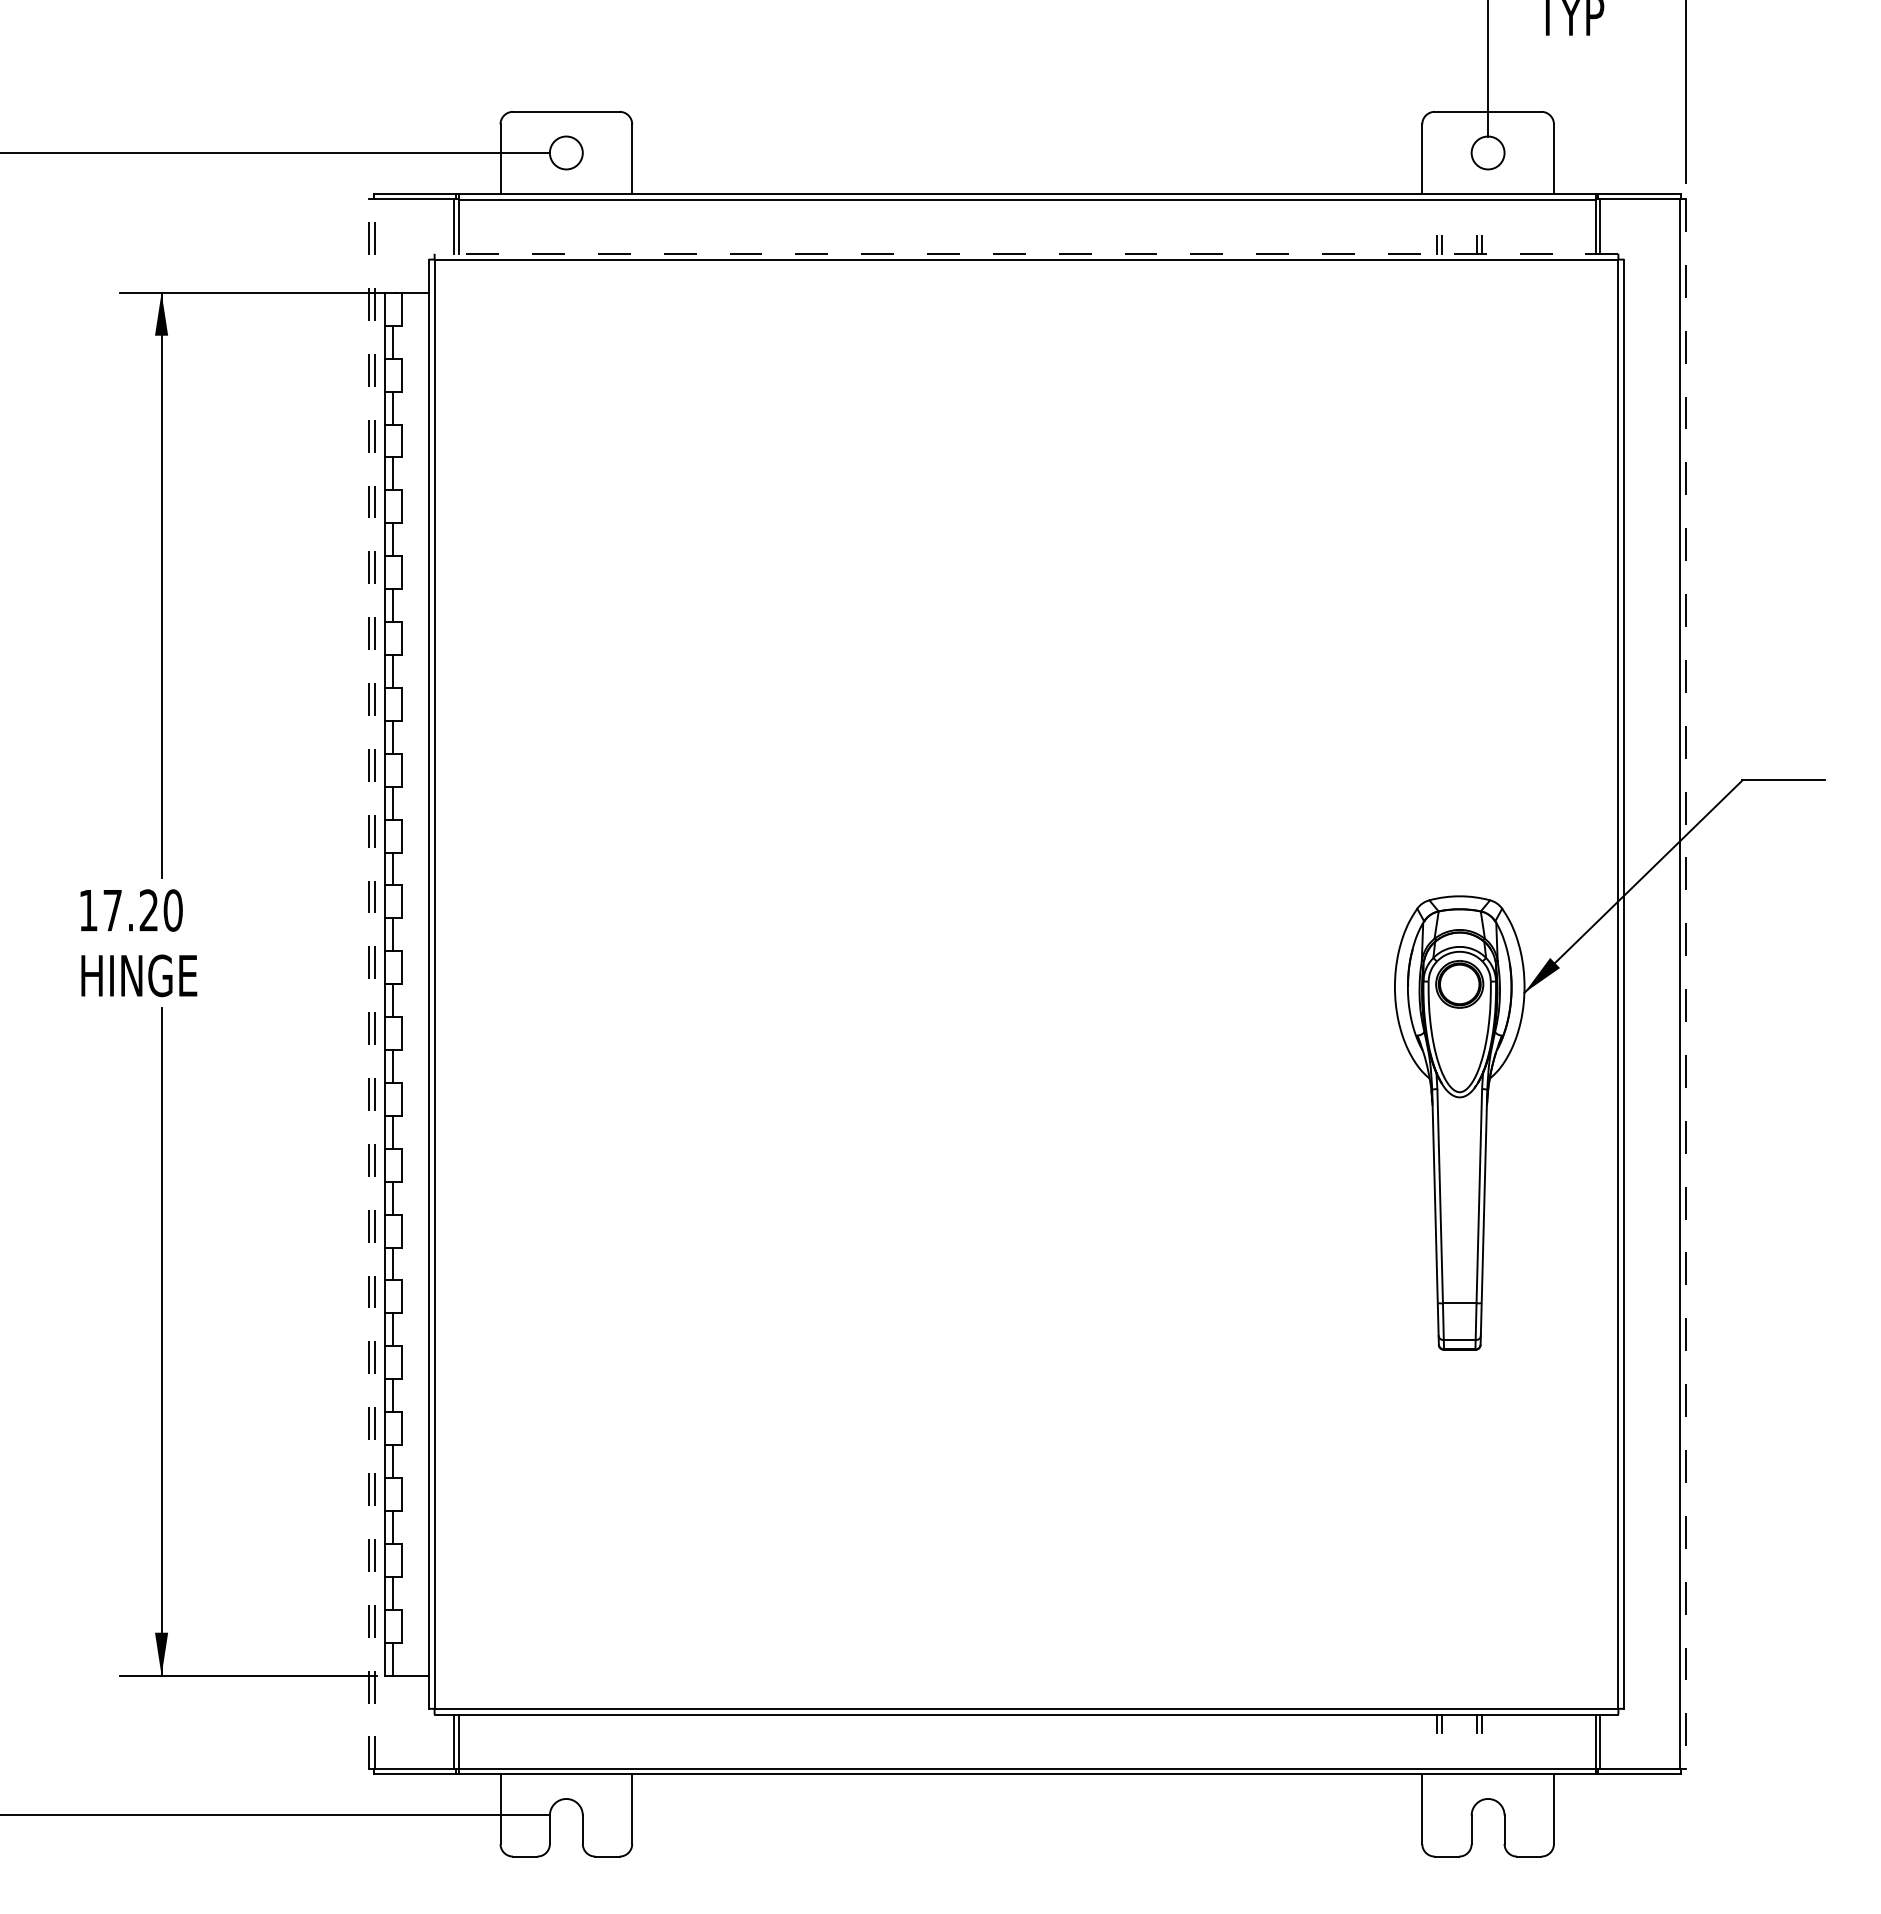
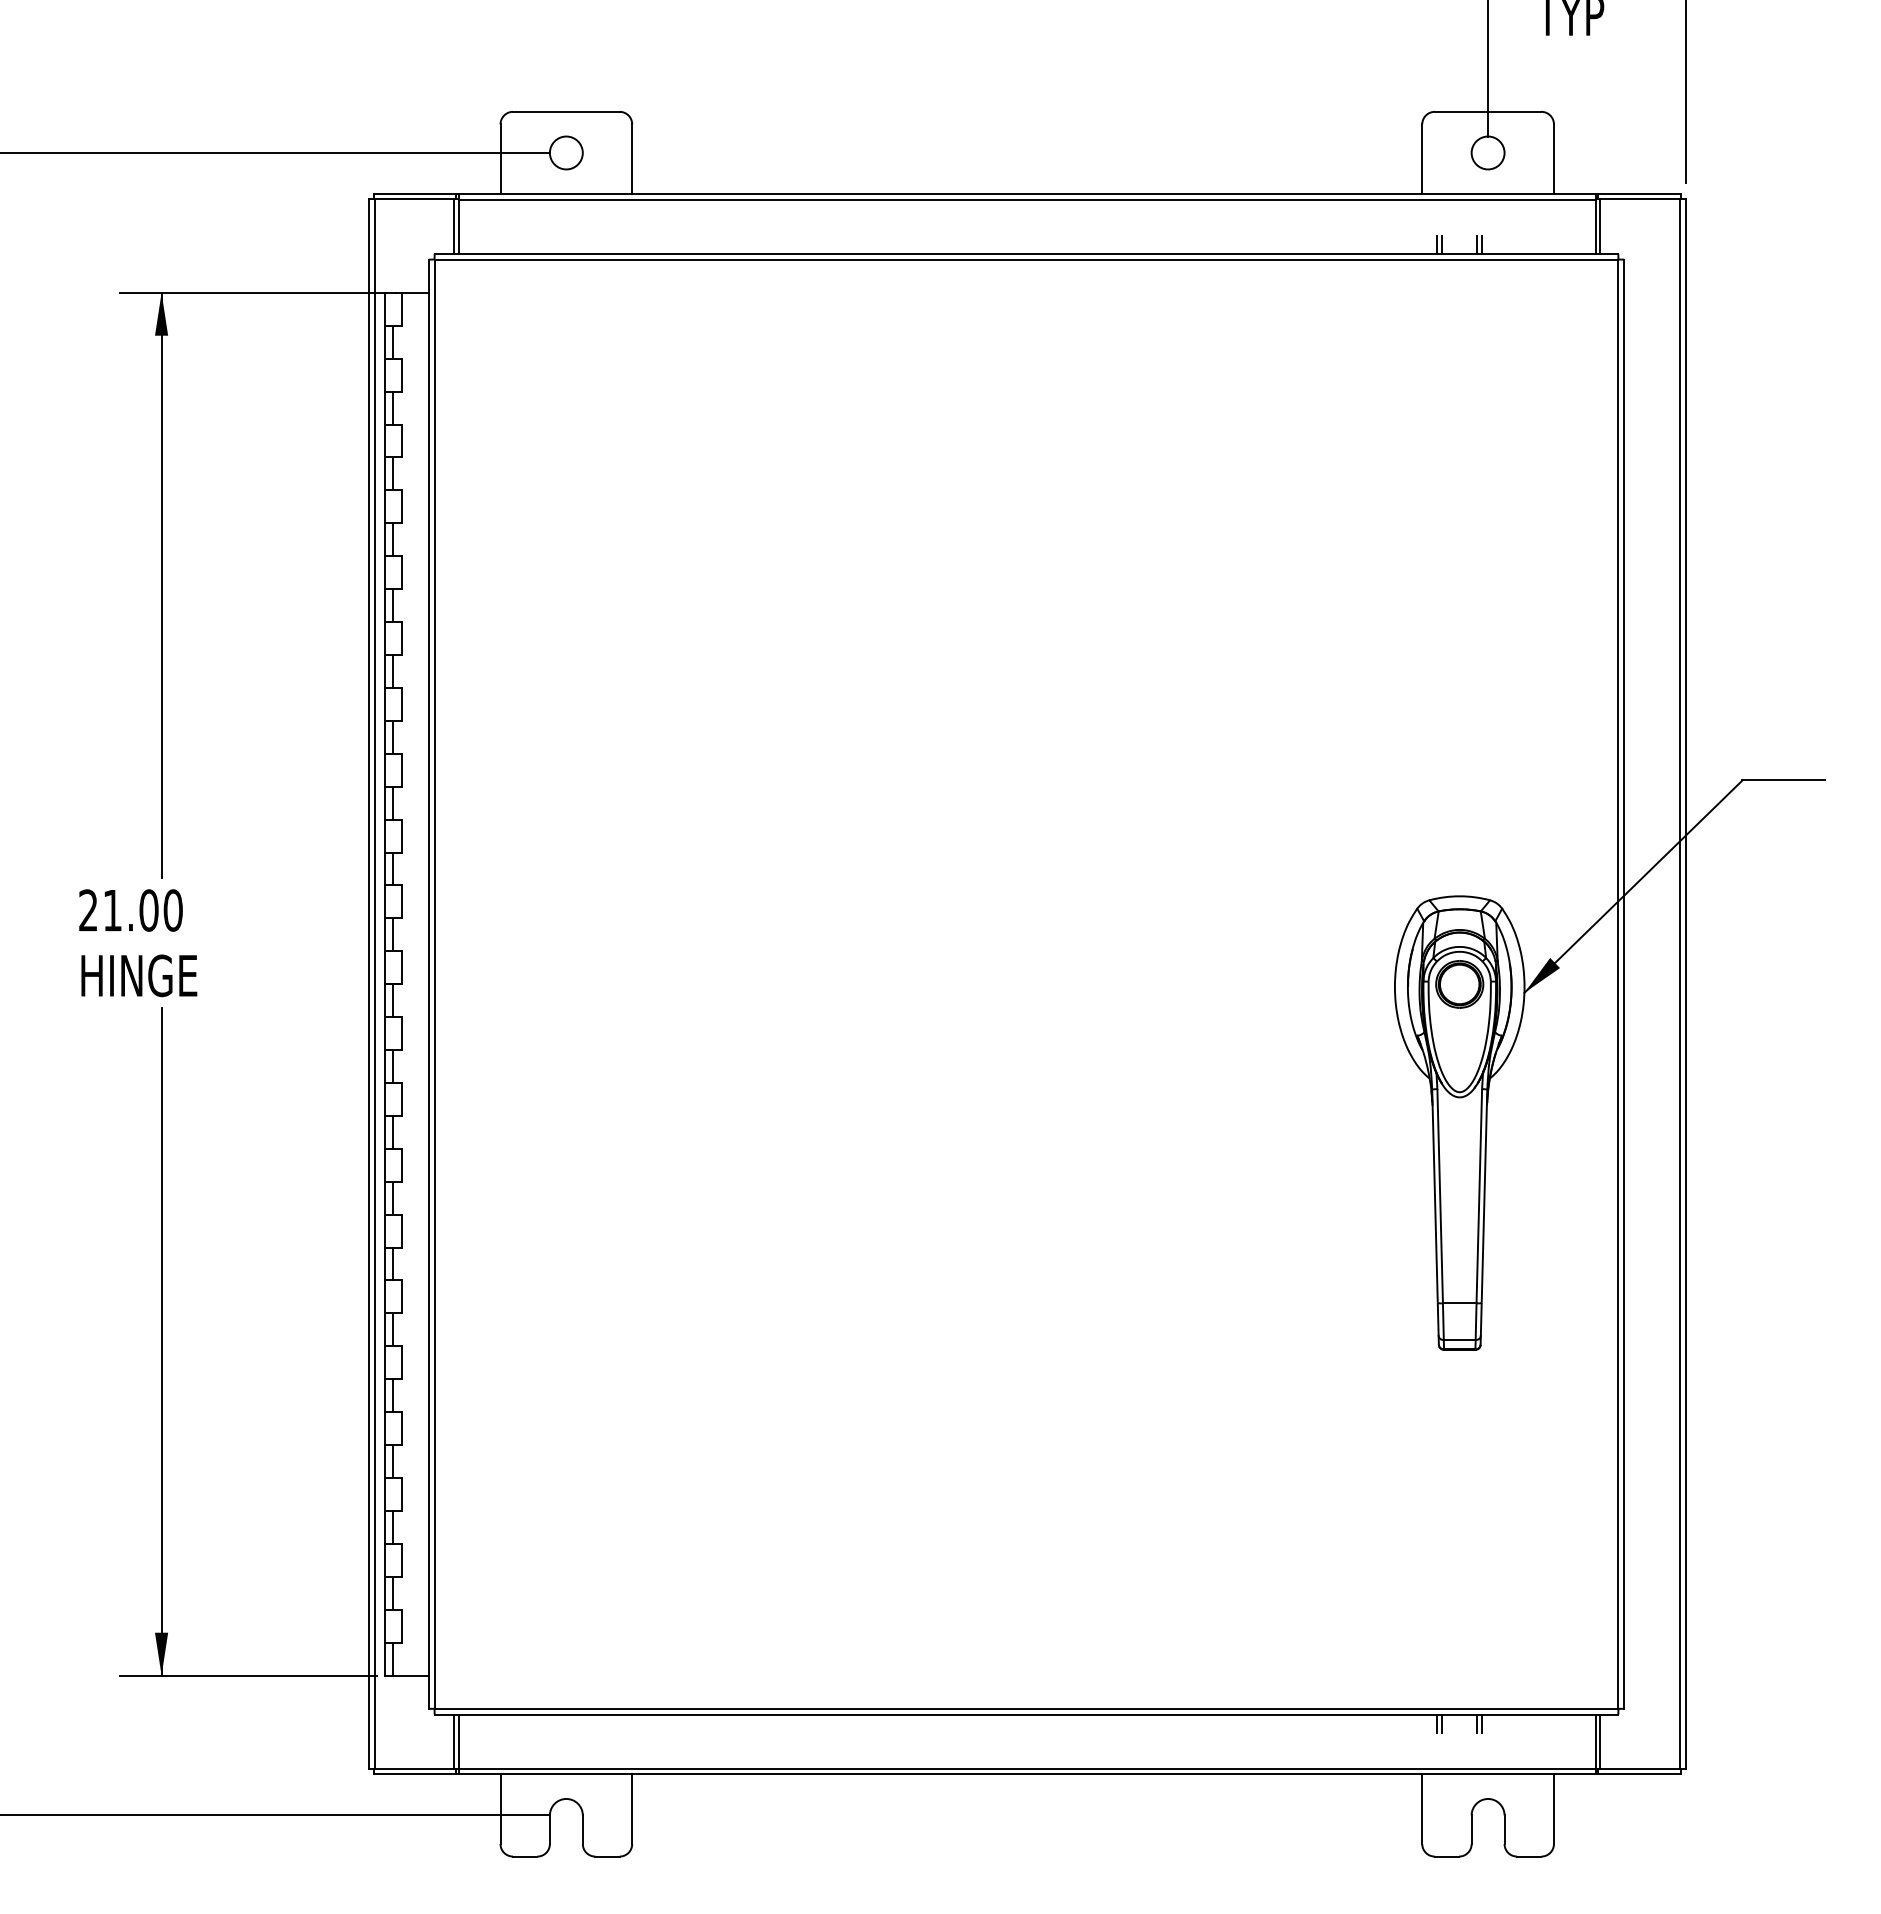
line at (1026, 253): dashed -> solid
text at (118, 910): 17.20 -> 21.00
line at (368, 983): dashed -> solid
line at (374, 983): dashed -> solid
line at (1685, 984): dashed -> solid
